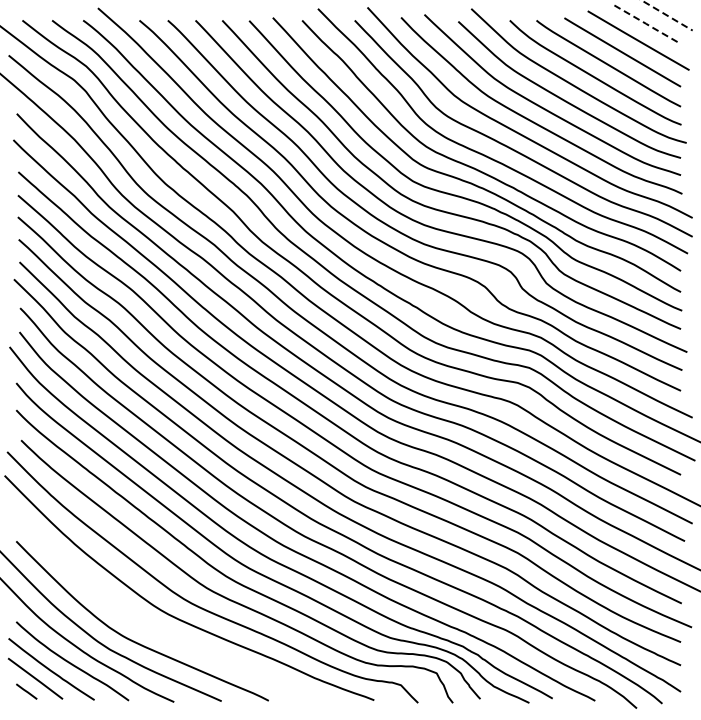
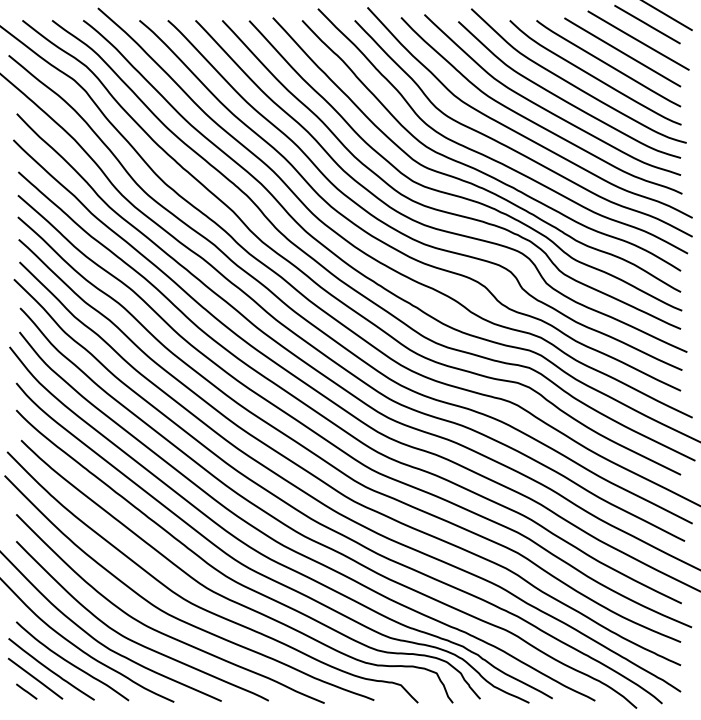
line at (667, 15): dashed -> solid
line at (647, 24): dashed -> solid
curve at (158, 630): none -> present
